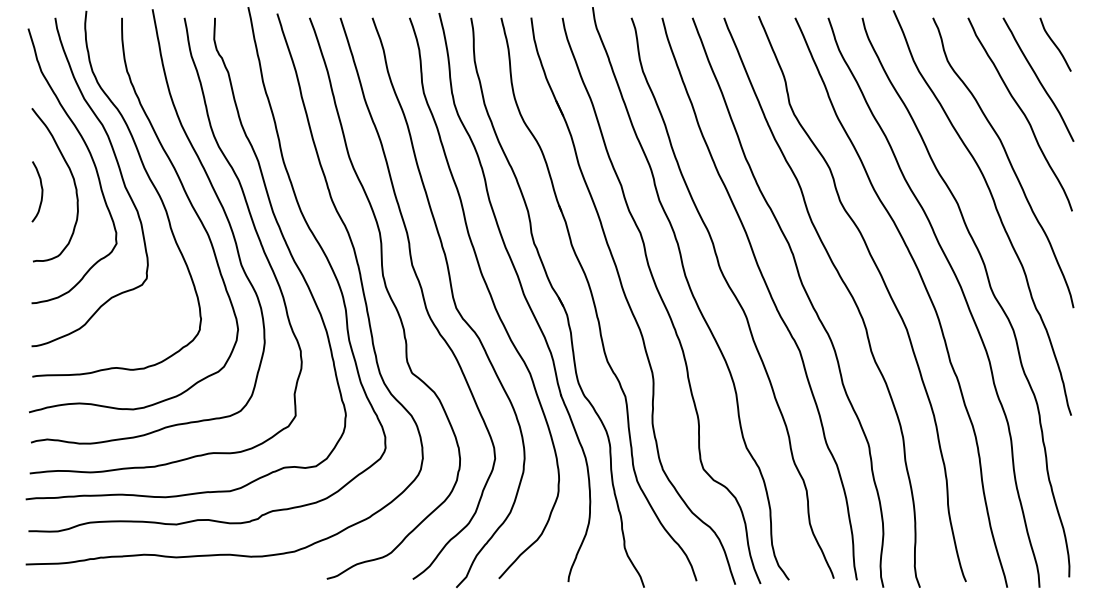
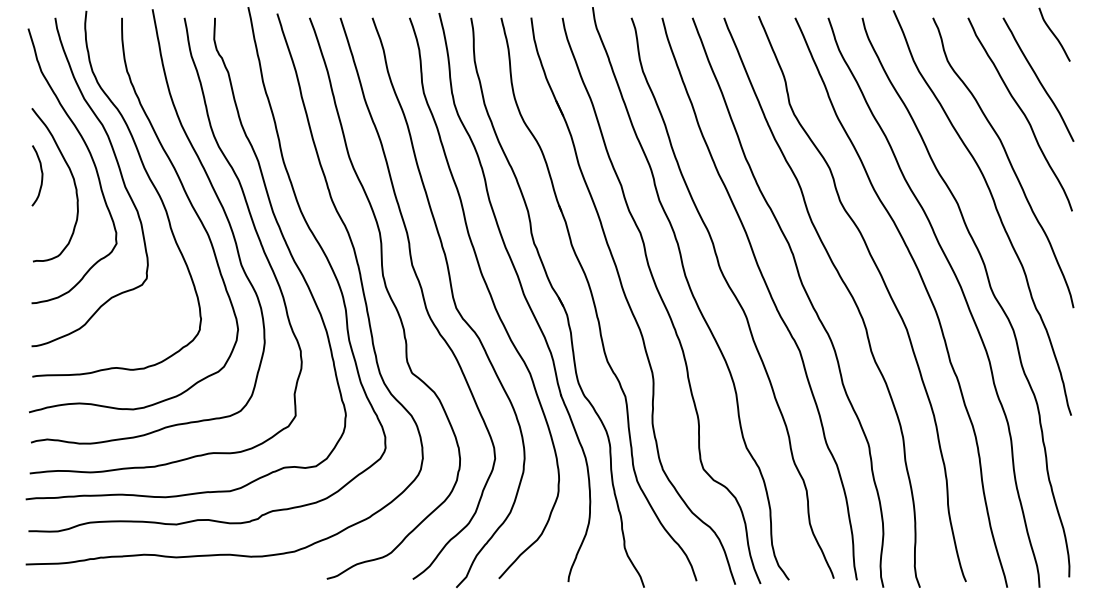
curve at (1055, 44) position: (1055, 44) -> (1054, 34)
curve at (41, 191) position: (41, 191) -> (41, 175)
